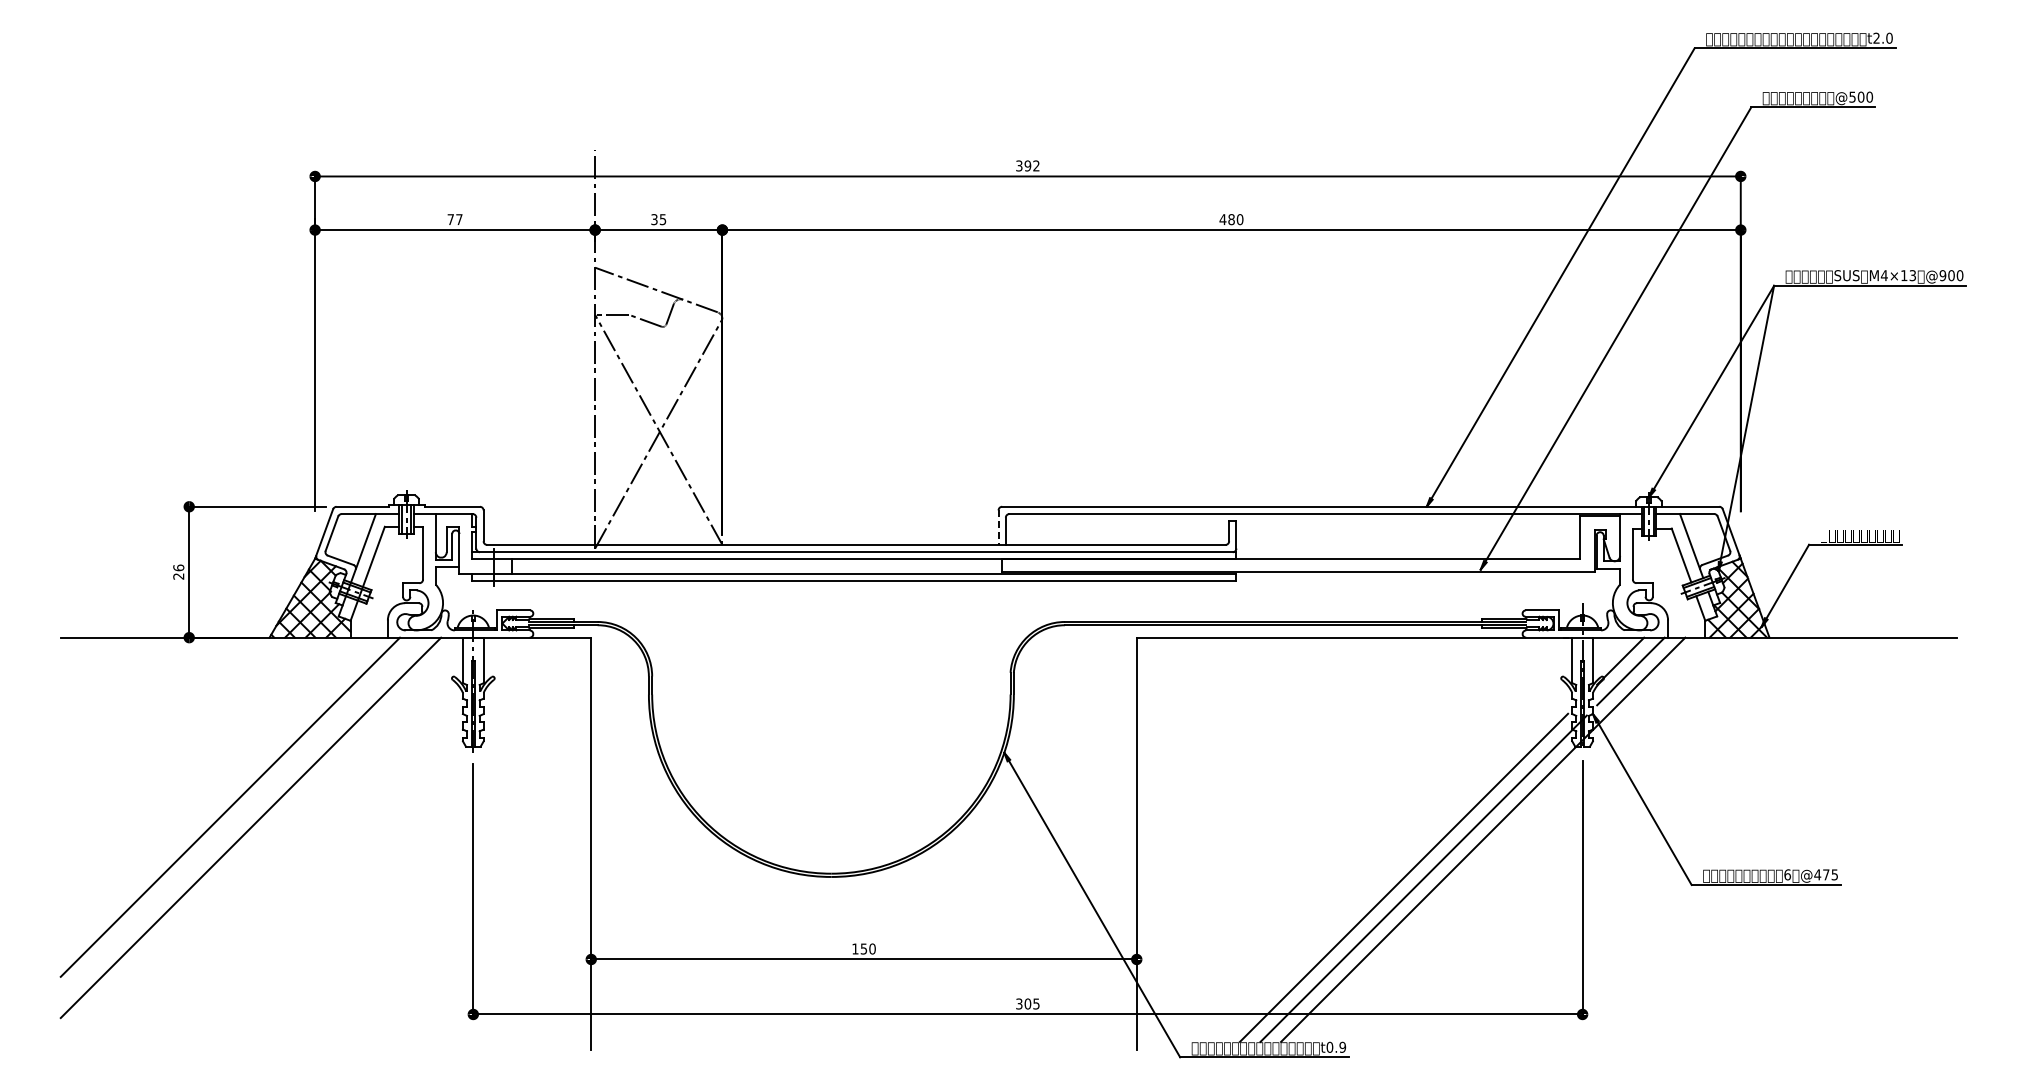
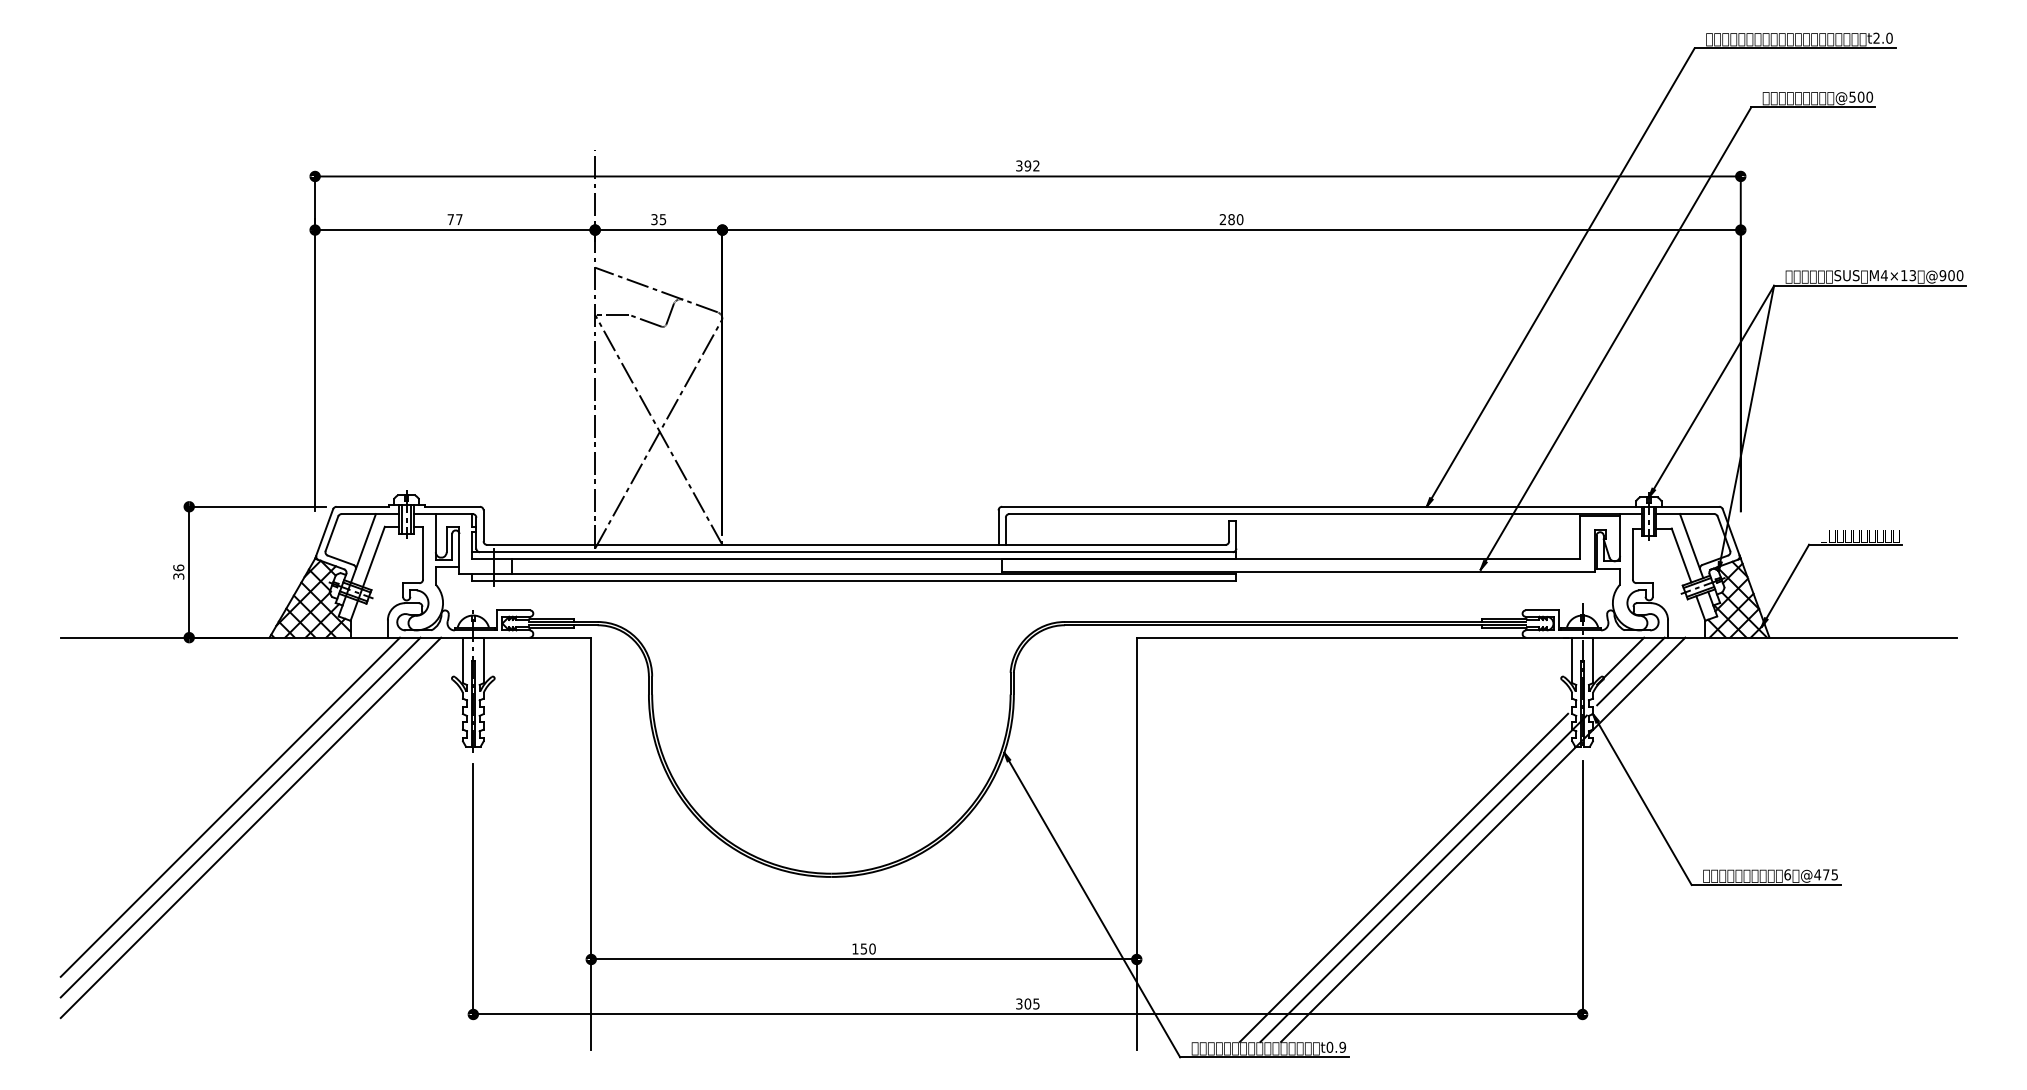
text at (1222, 219): 480 -> 280
line at (998, 528): dashed -> solid
text at (179, 576): 26 -> 36
line at (240, 817): none -> present
